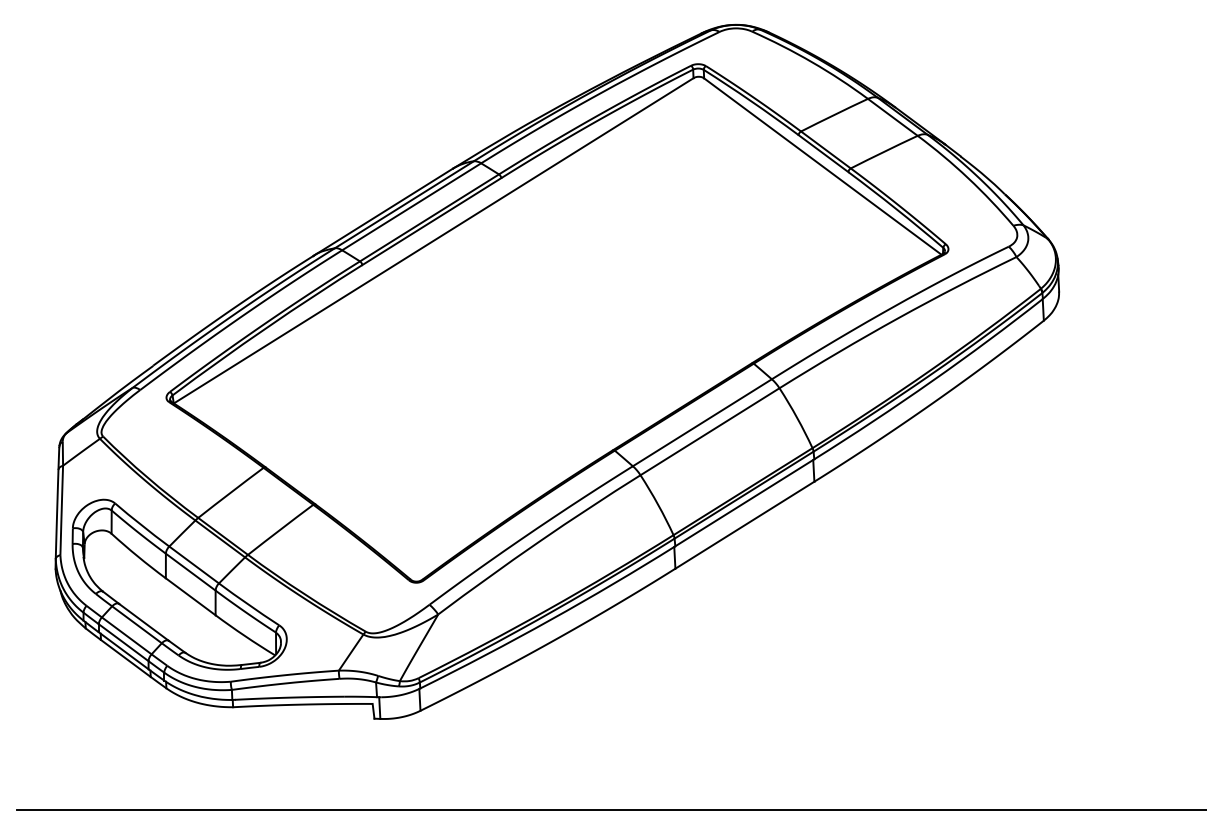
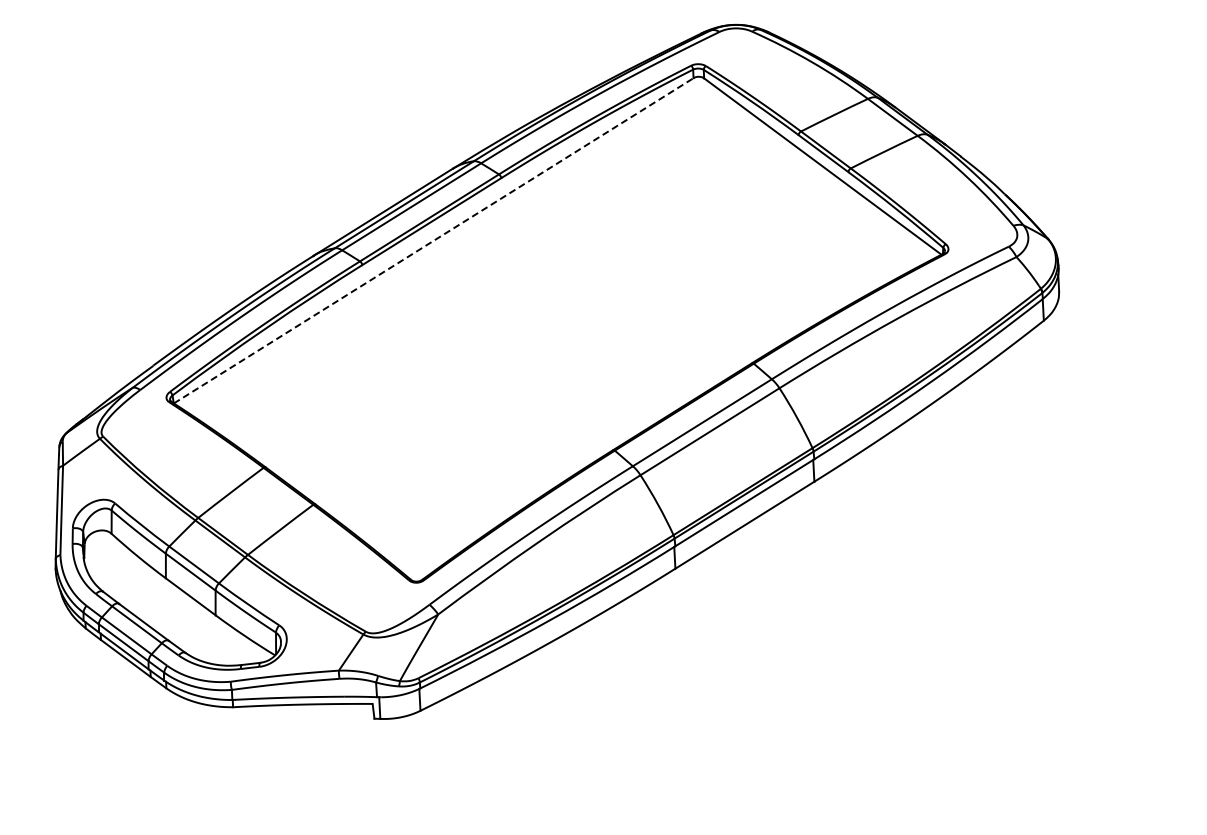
line at (433, 240): solid -> dashed
line at (609, 810): present -> none
